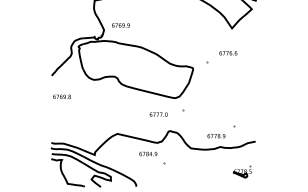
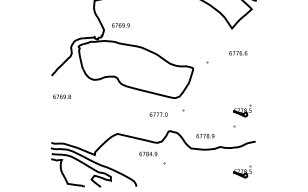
text at (228, 53) position: (228, 53) -> (238, 53)
part at (242, 110): none -> present
text at (216, 136) position: (216, 136) -> (205, 136)
